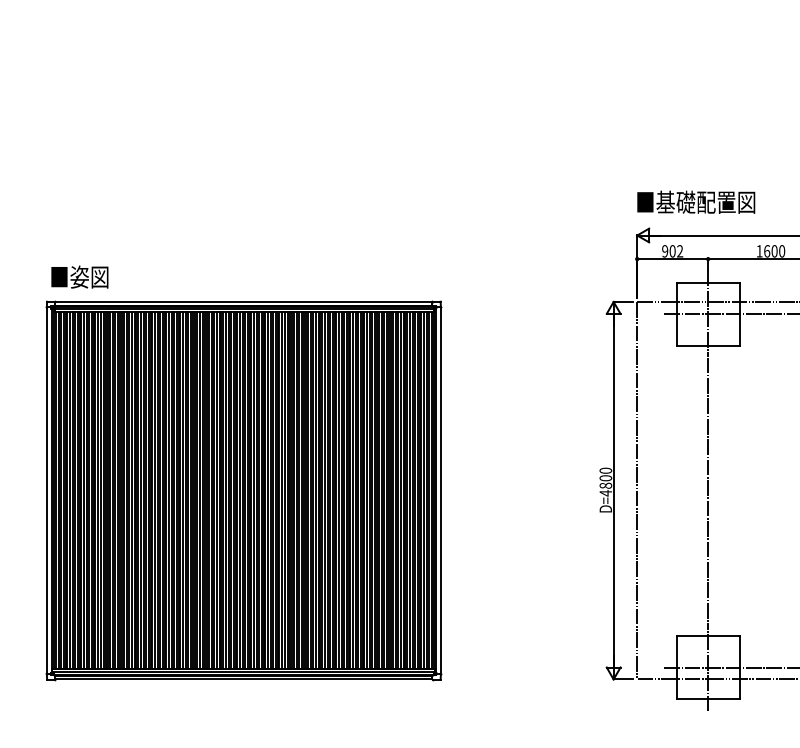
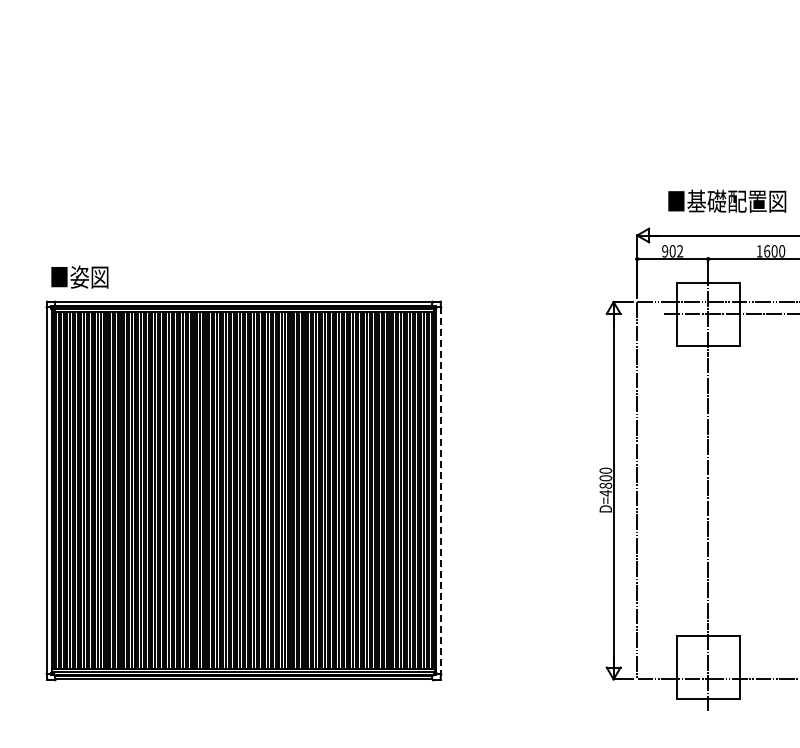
text at (696, 201) position: (696, 201) -> (727, 200)
line at (440, 491): solid -> dashed
line at (730, 667): present -> none
